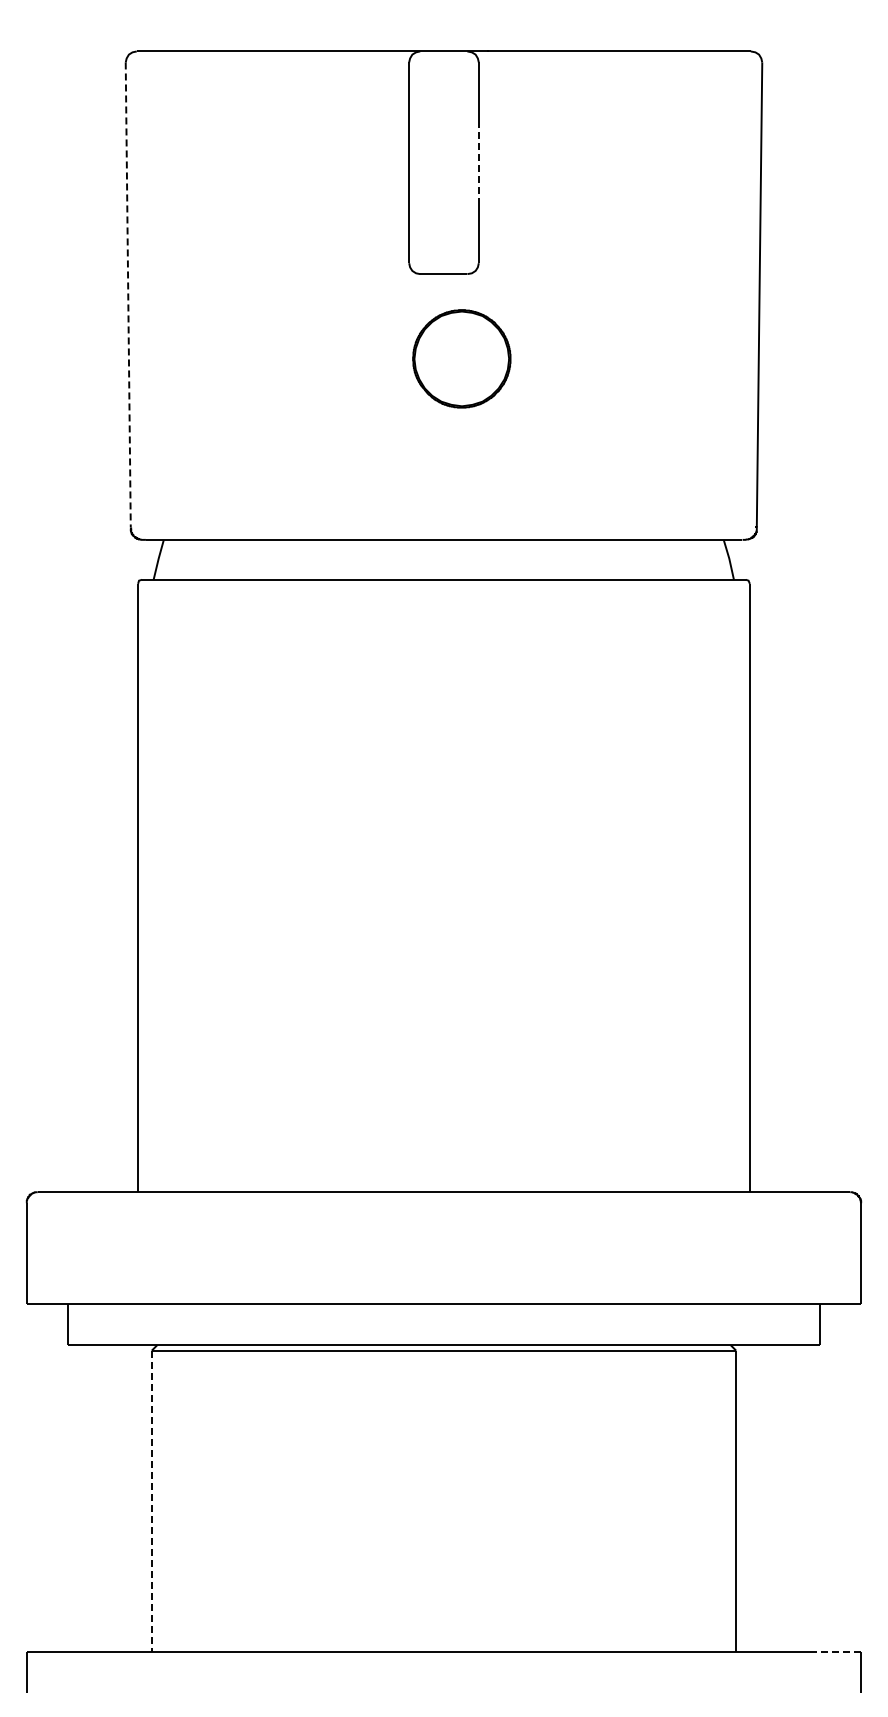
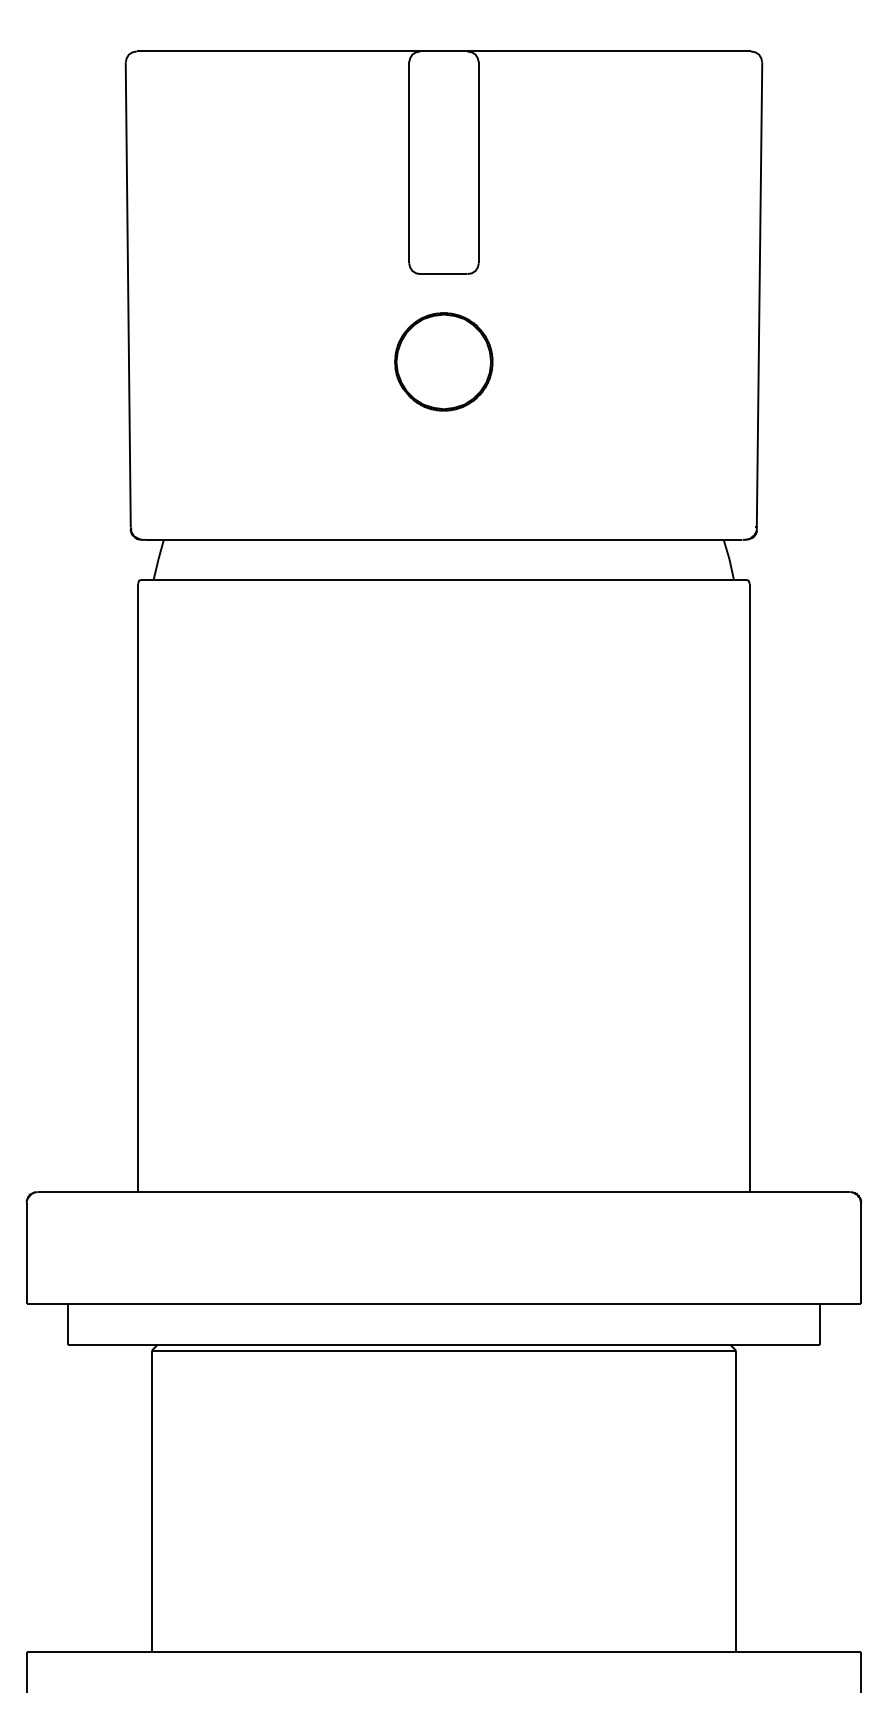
line at (478, 162): dashed -> solid
line at (128, 294): dashed -> solid
part at (461, 358) position: (461, 358) -> (443, 361)
line at (151, 1501): dashed -> solid
line at (835, 1651): dashed -> solid
